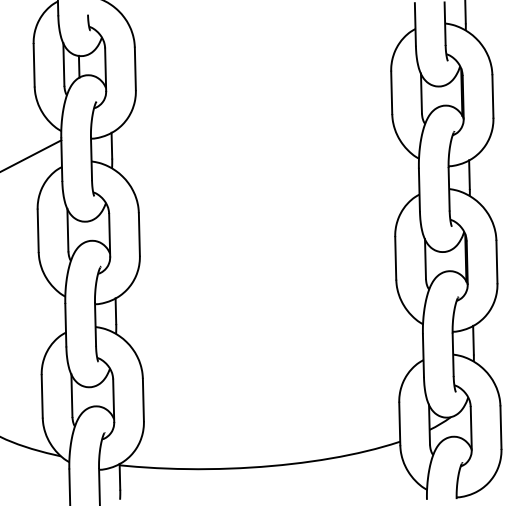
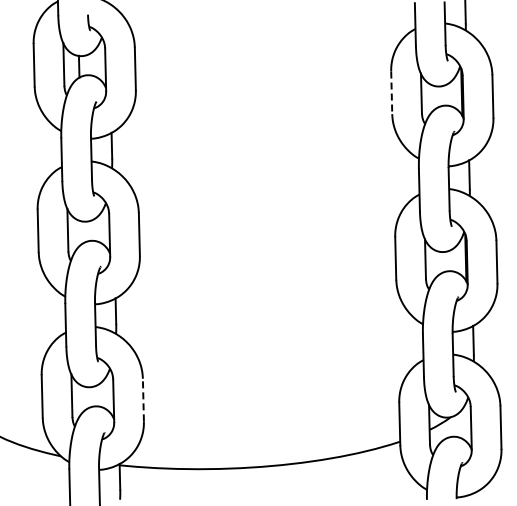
line at (391, 93): solid -> dashed
line at (31, 155): present -> none
line at (143, 399): solid -> dashed
